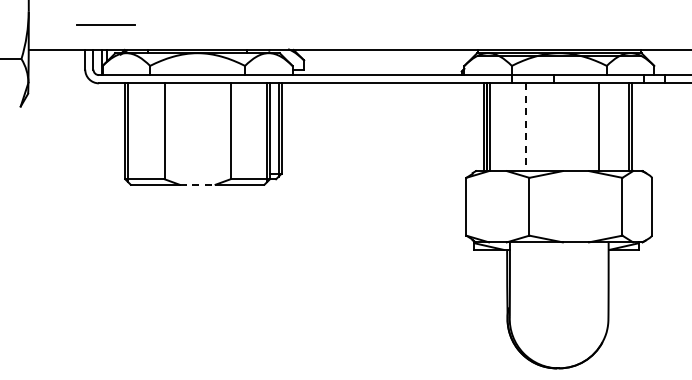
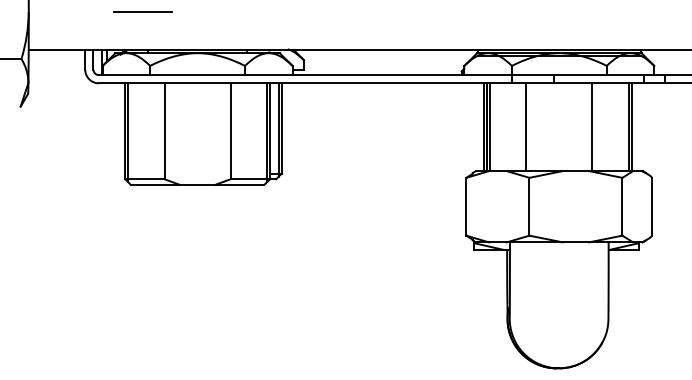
line at (105, 24) position: (105, 24) -> (142, 11)
line at (526, 127): dashed -> solid
line at (599, 127) position: (599, 127) -> (592, 127)
line at (198, 184): dashed -> solid
